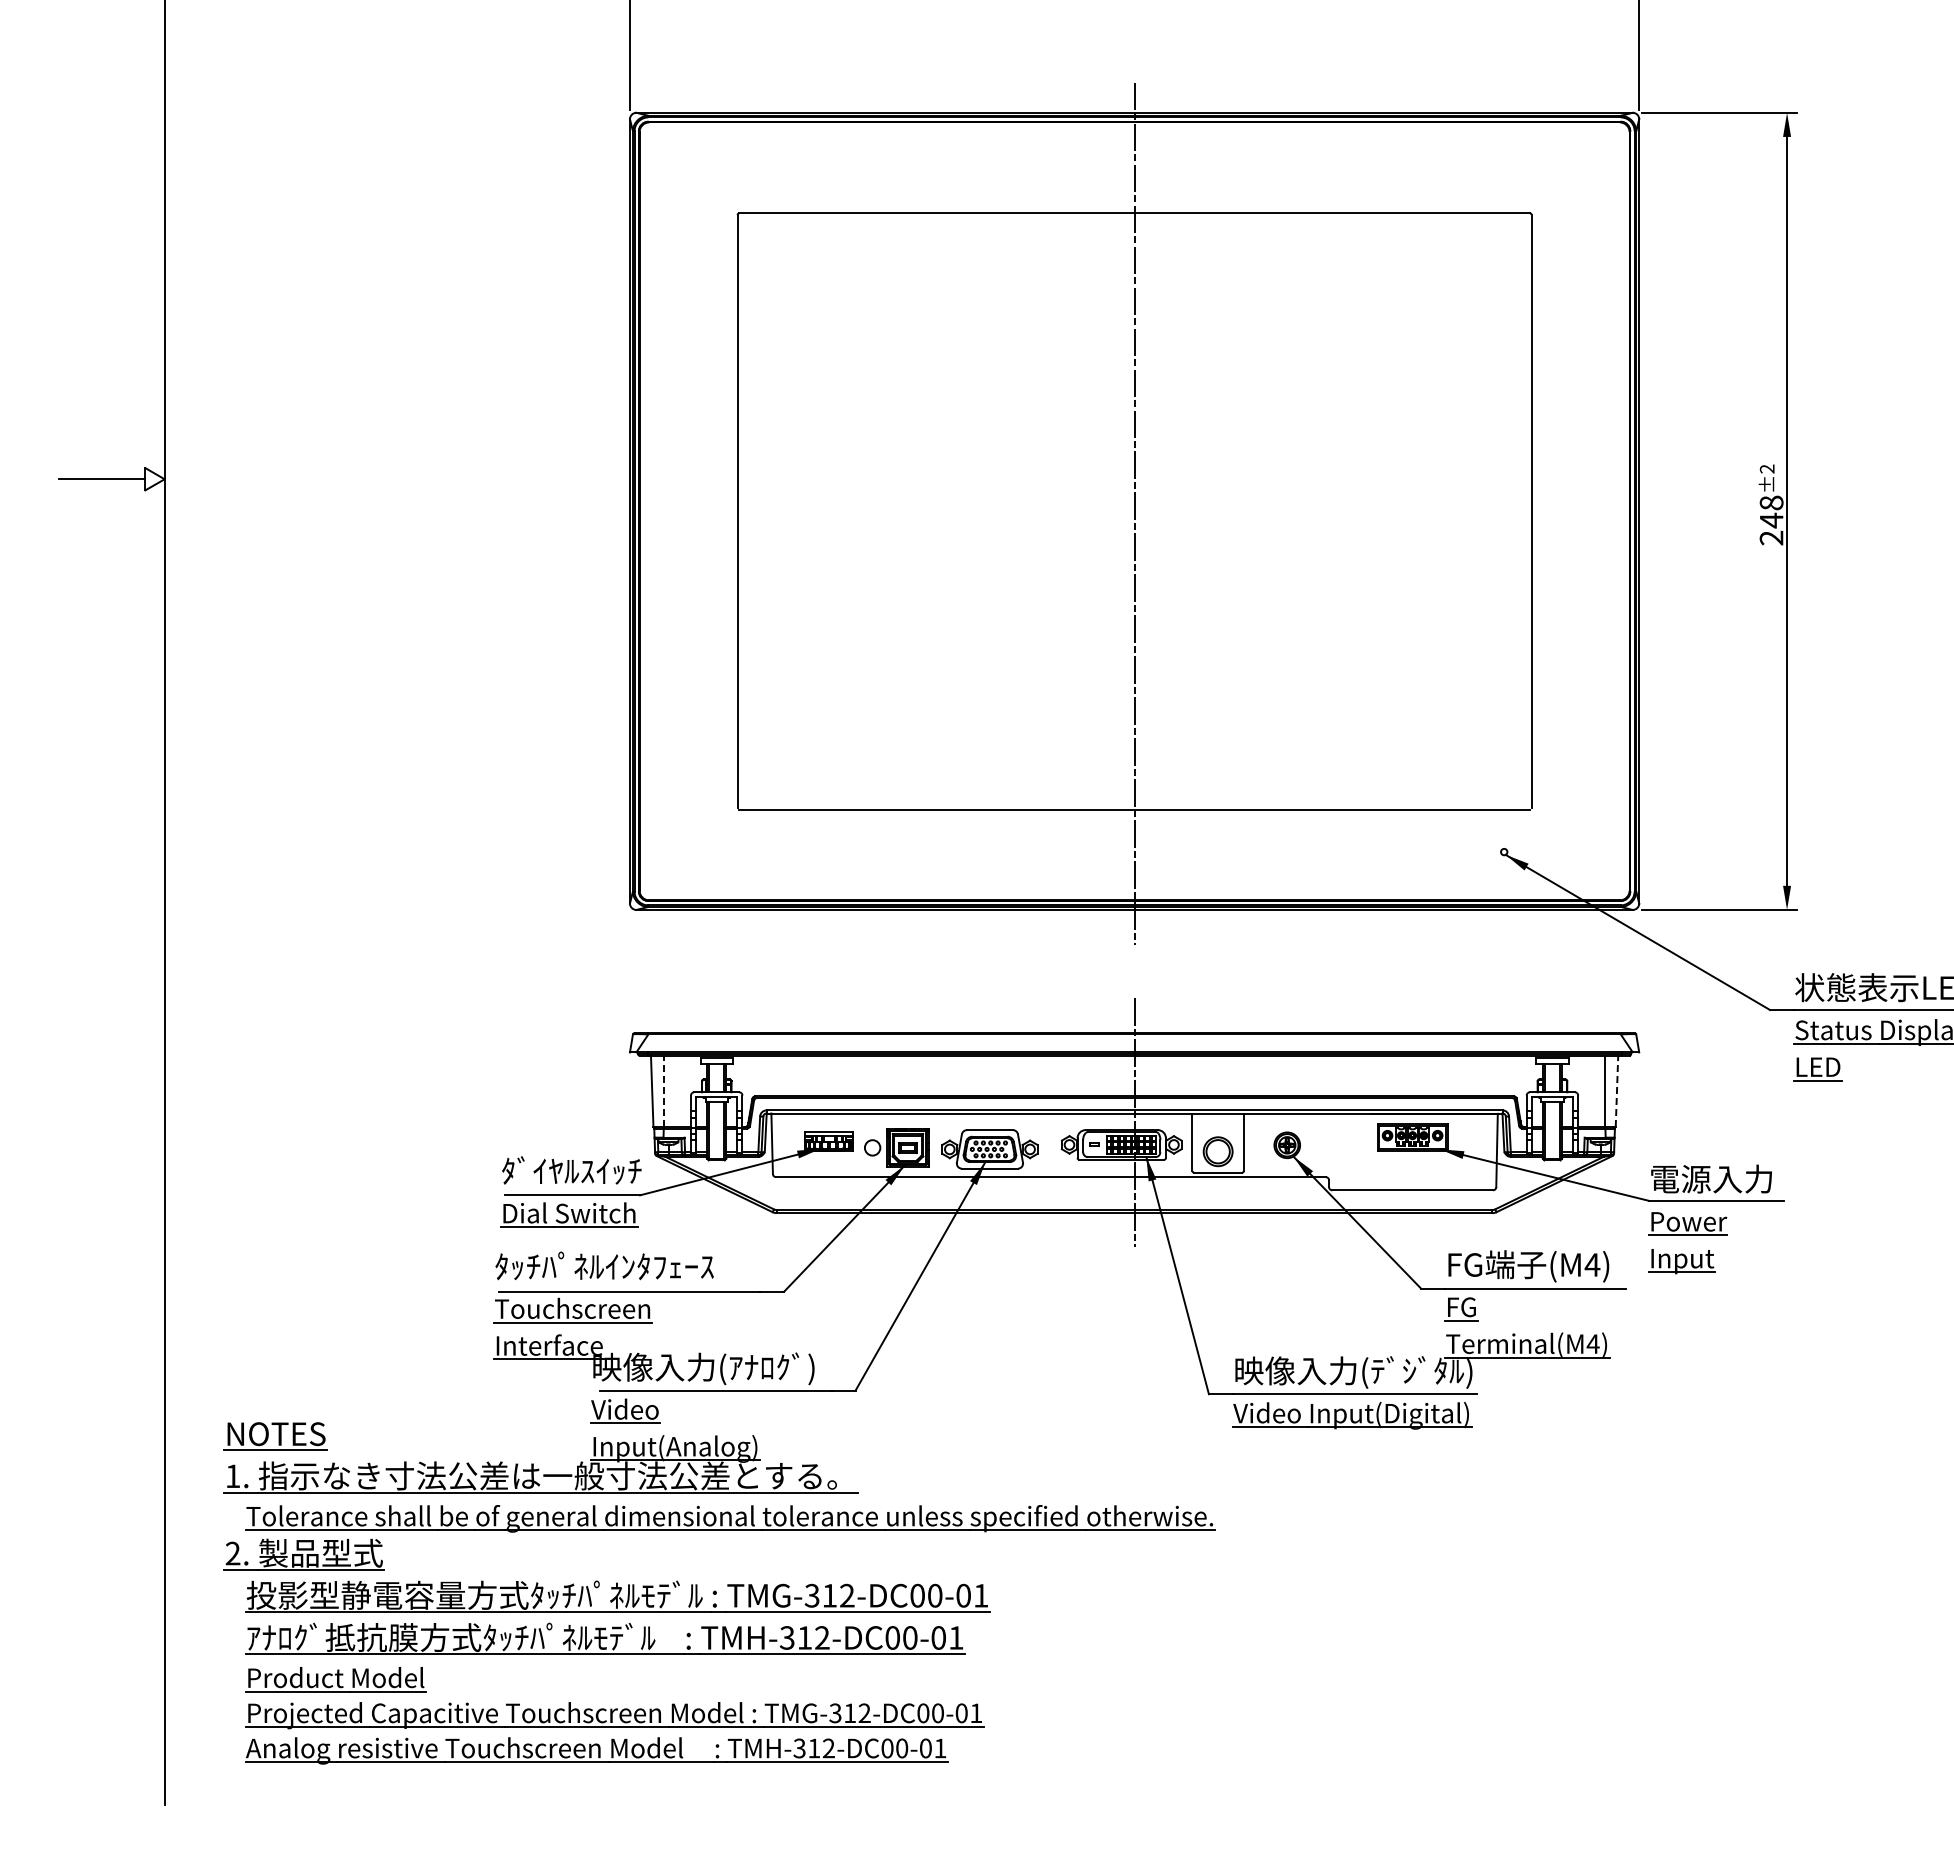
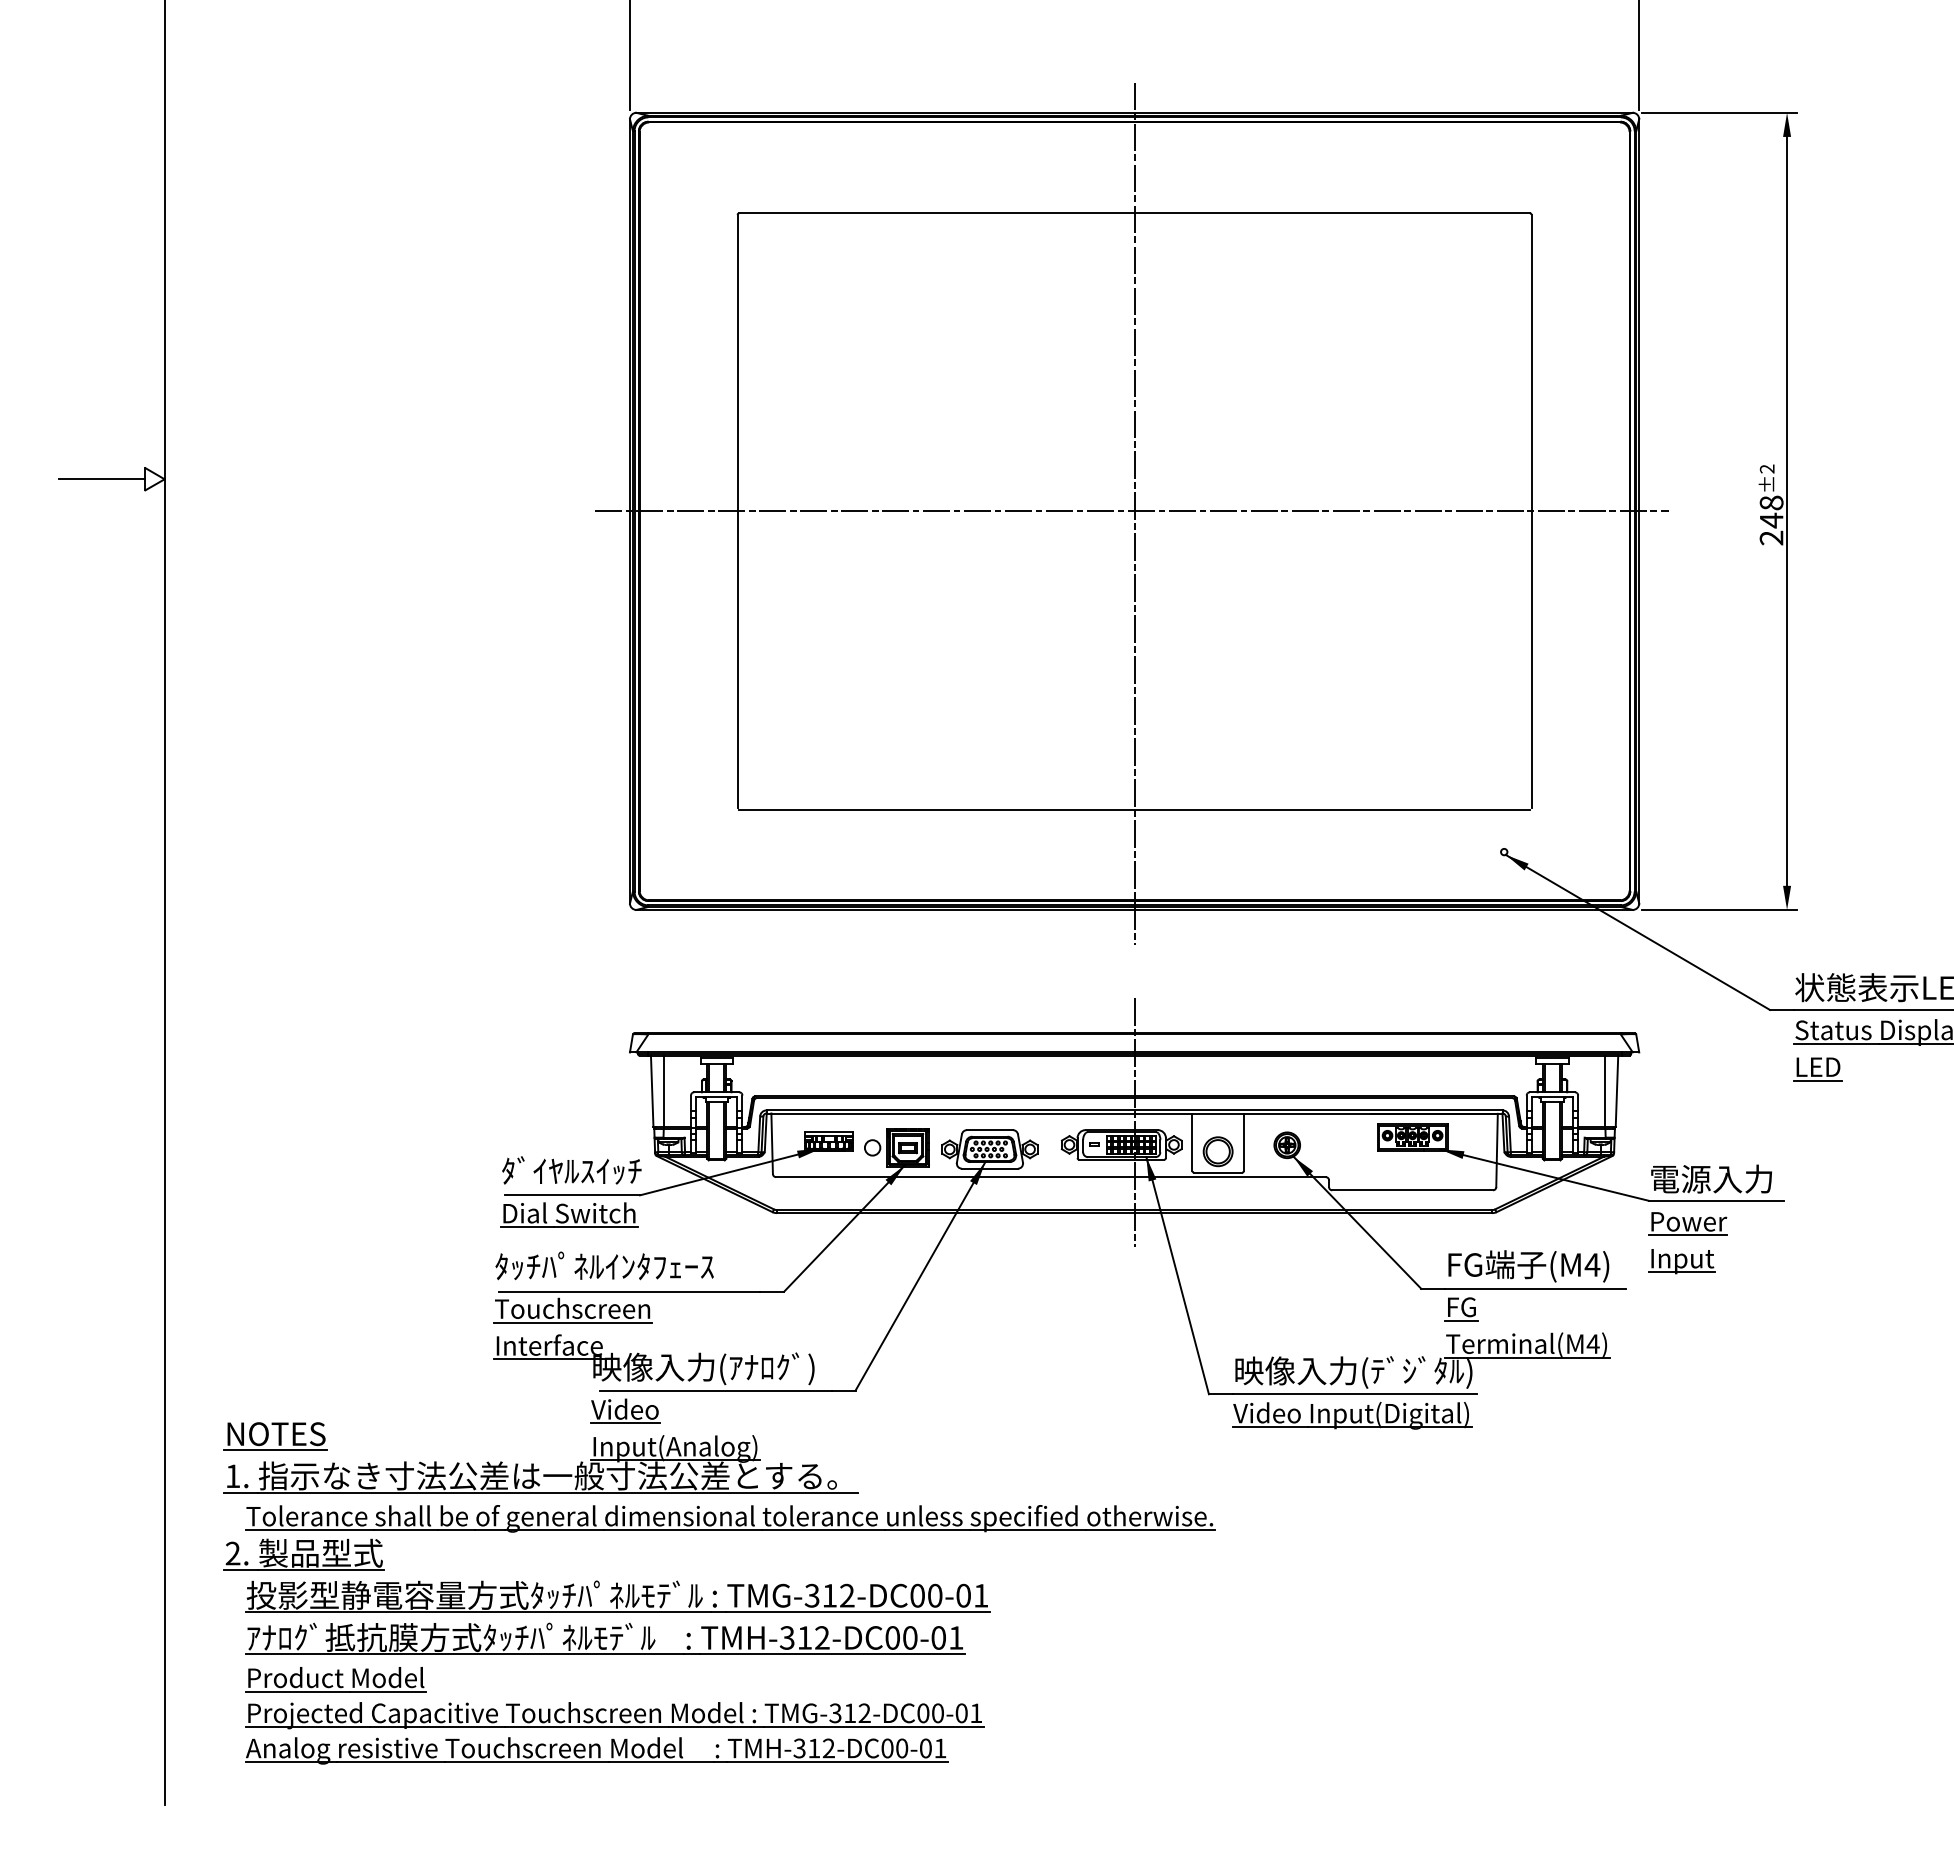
line at (1132, 511): none -> present
line at (663, 1091): dashed -> solid
line at (1616, 1091): dashed -> solid
